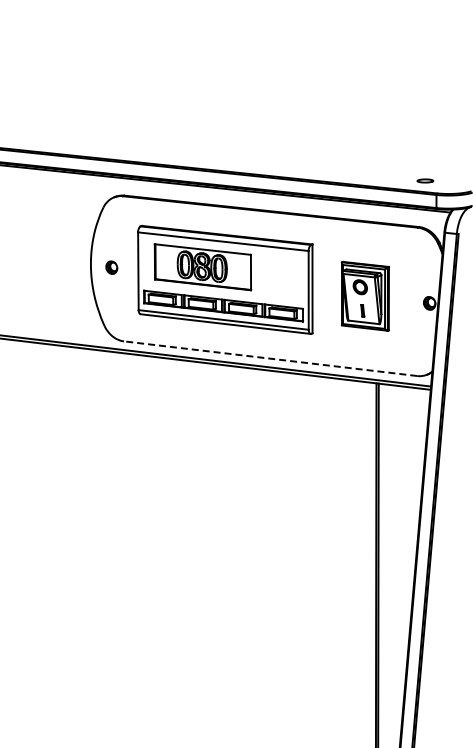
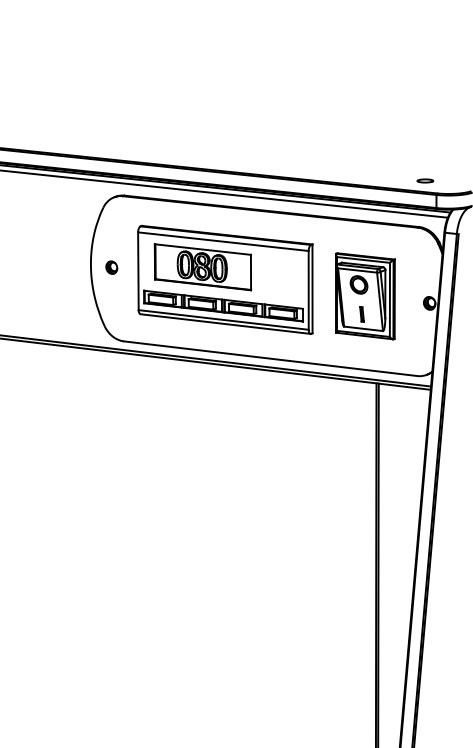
line at (224, 193): none -> present
part at (365, 295) size: 49x72 px -> 61x89 px
line at (270, 358): dashed -> solid
